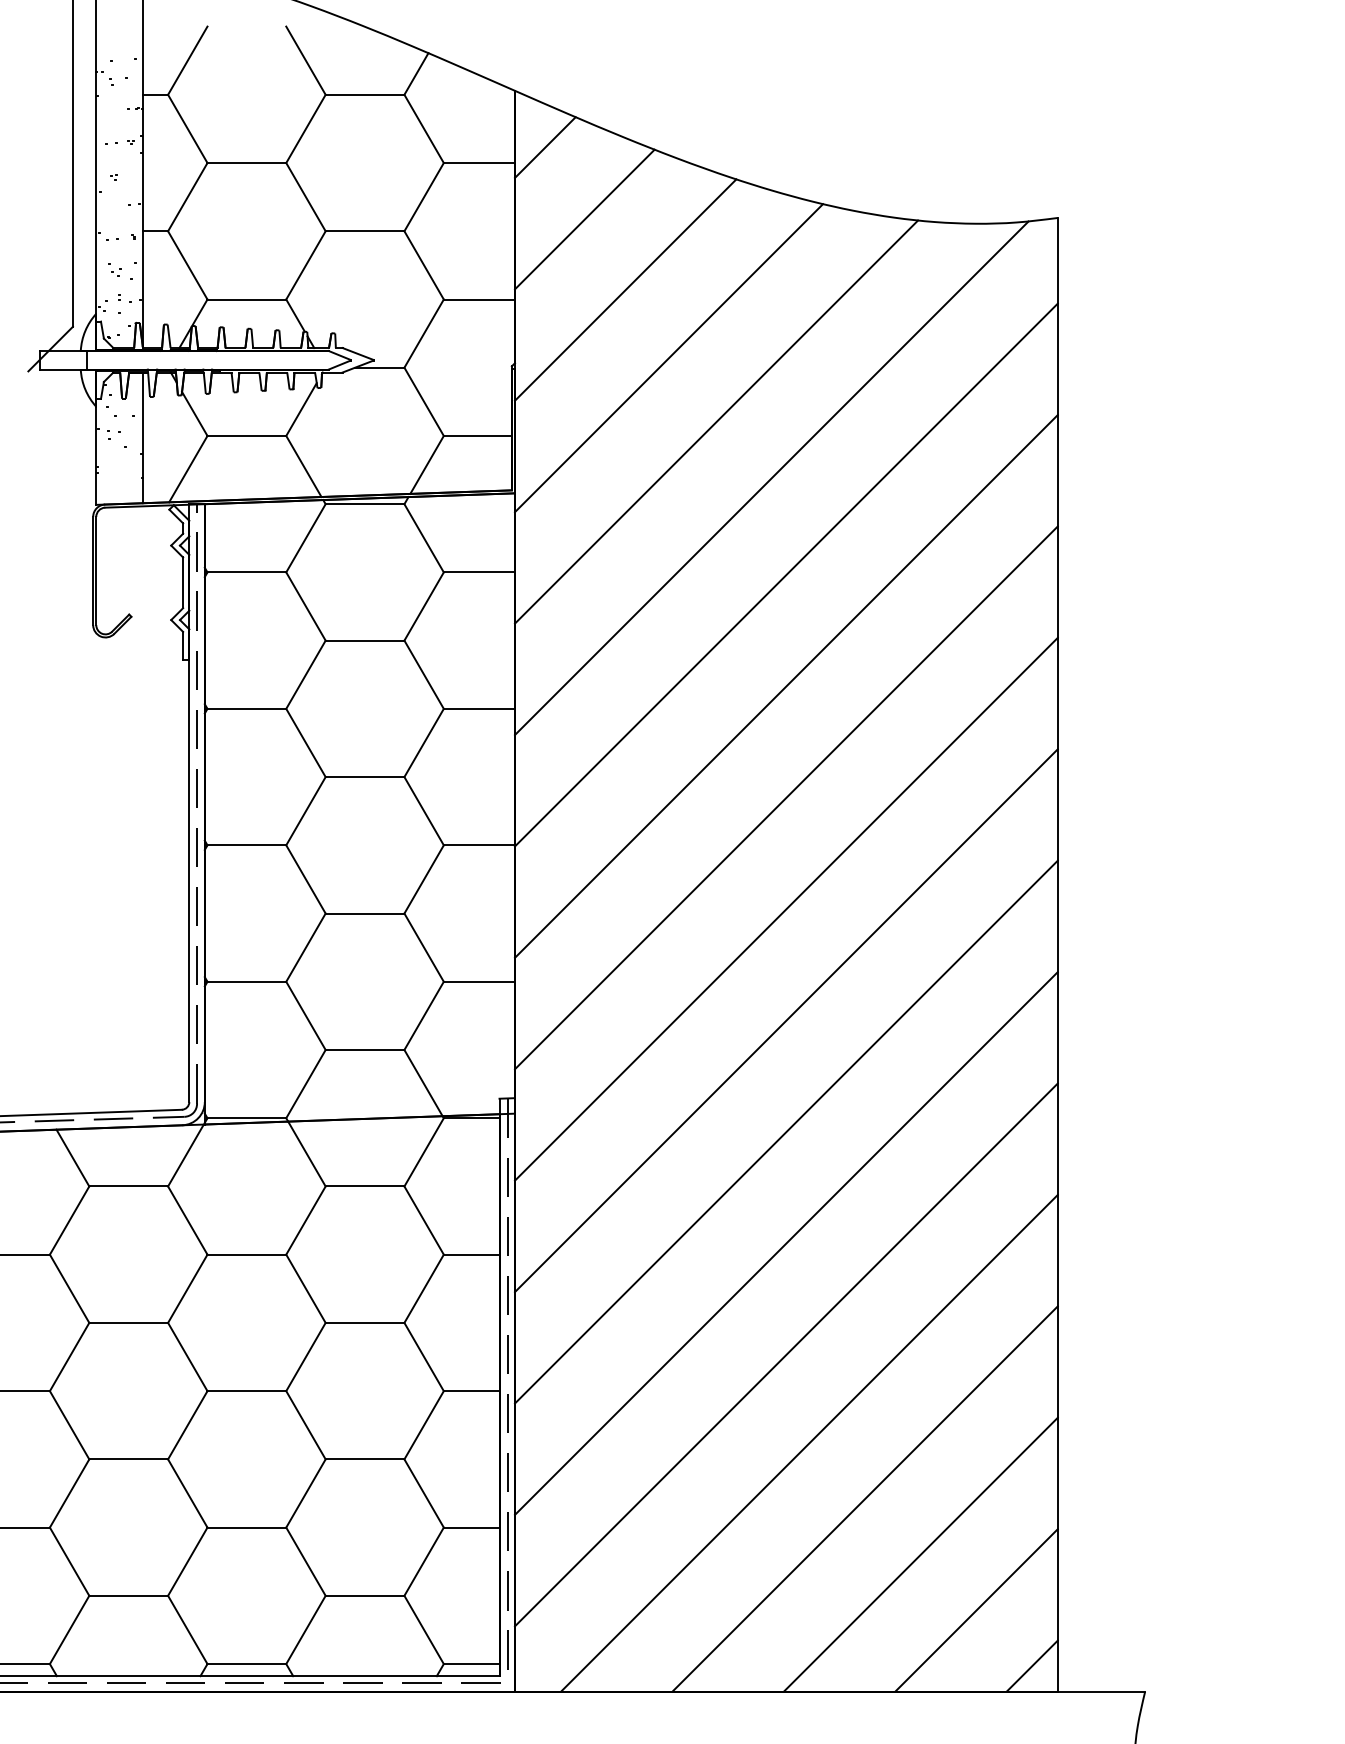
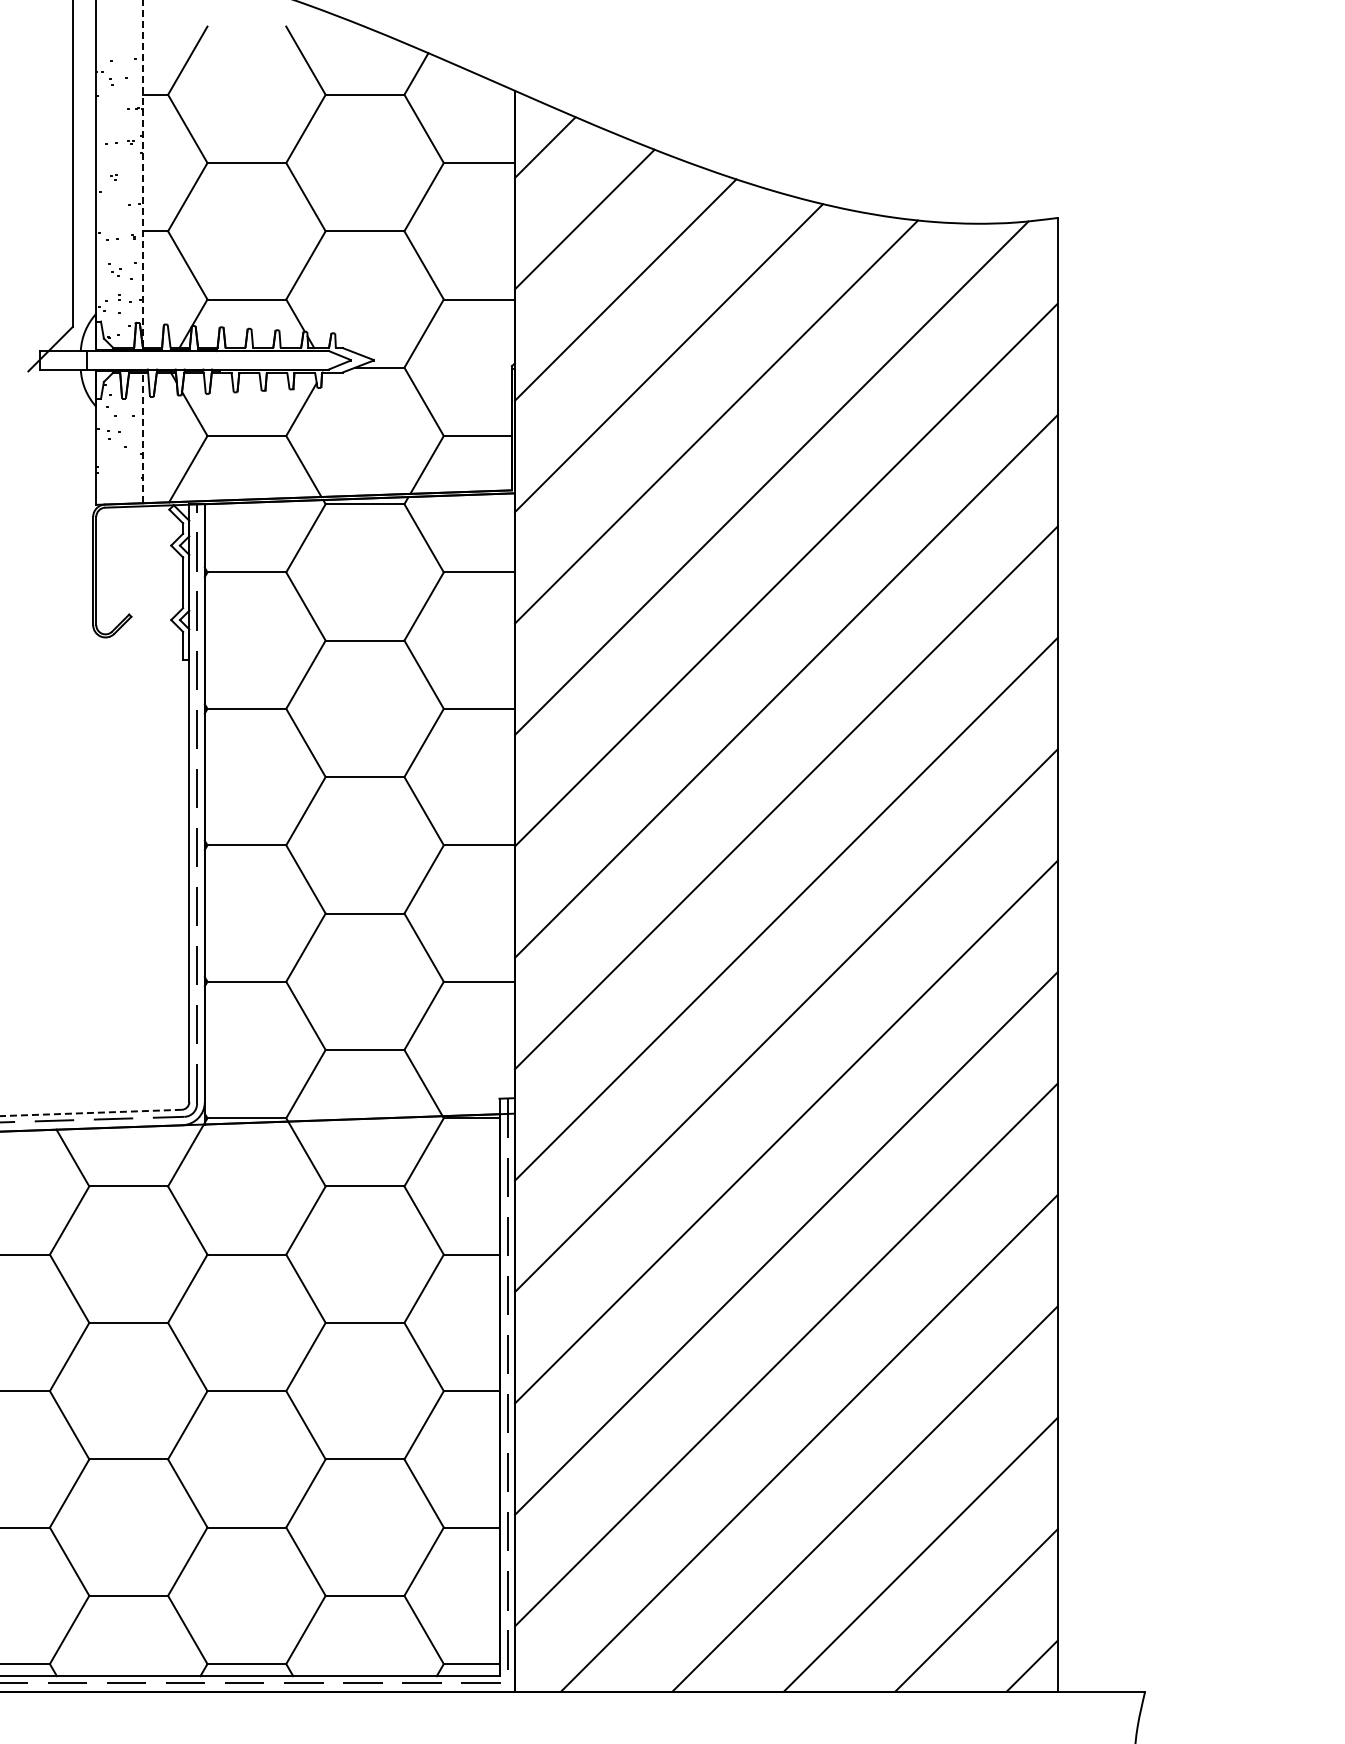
line at (142, 172): solid -> dashed
line at (142, 437): solid -> dashed
line at (90, 1112): solid -> dashed
